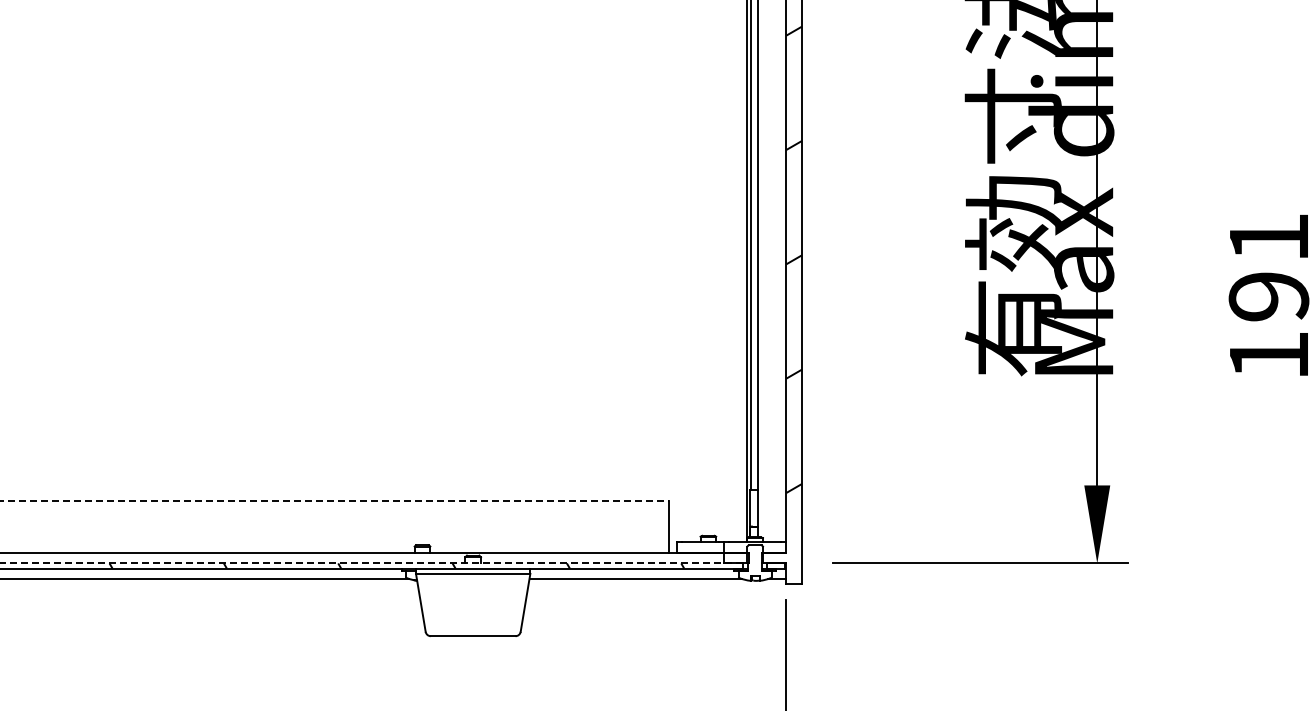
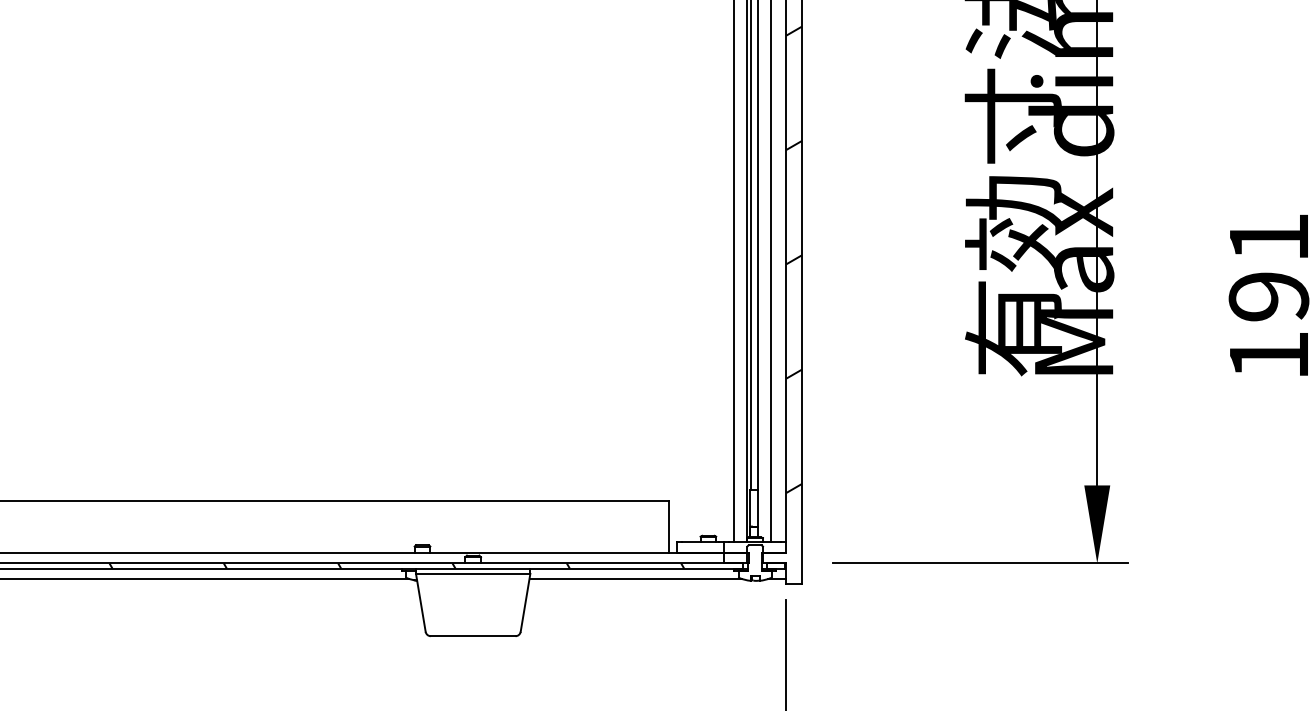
line at (734, 272): none -> present
line at (770, 272): none -> present
line at (335, 501): dashed -> solid
line at (371, 563): dashed -> solid
